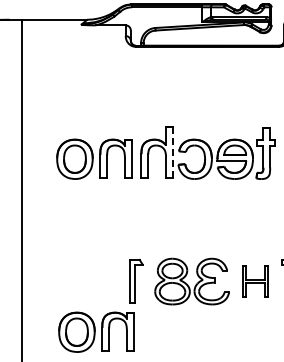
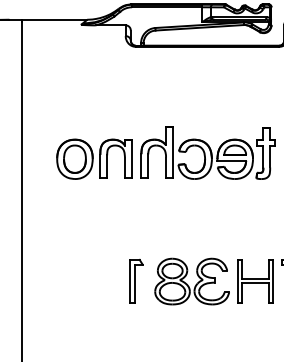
line at (172, 152): dashed -> solid
part at (255, 281) size: 27x33 px -> 37x45 px
part at (96, 331): present -> none
